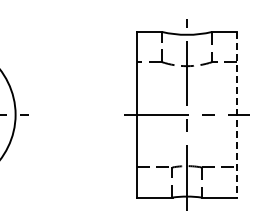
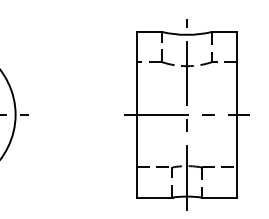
line at (237, 114): dashed -> solid
